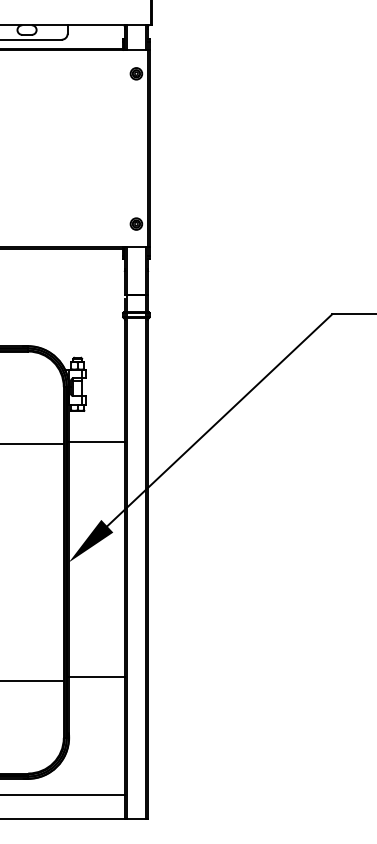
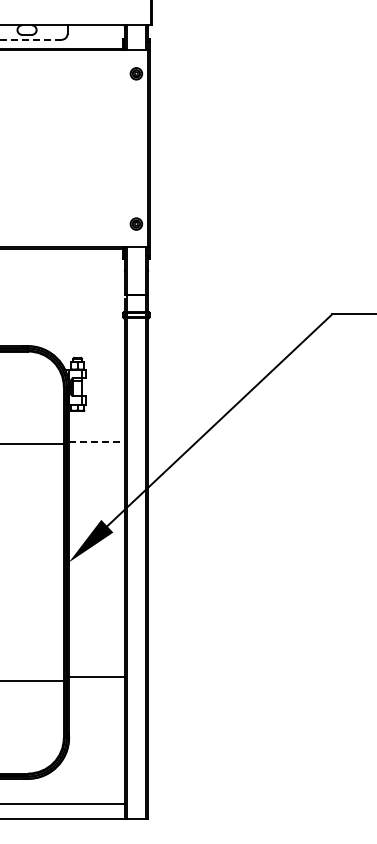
line at (30, 39): solid -> dashed
line at (96, 441): solid -> dashed
line at (63, 795) position: (63, 795) -> (63, 804)
